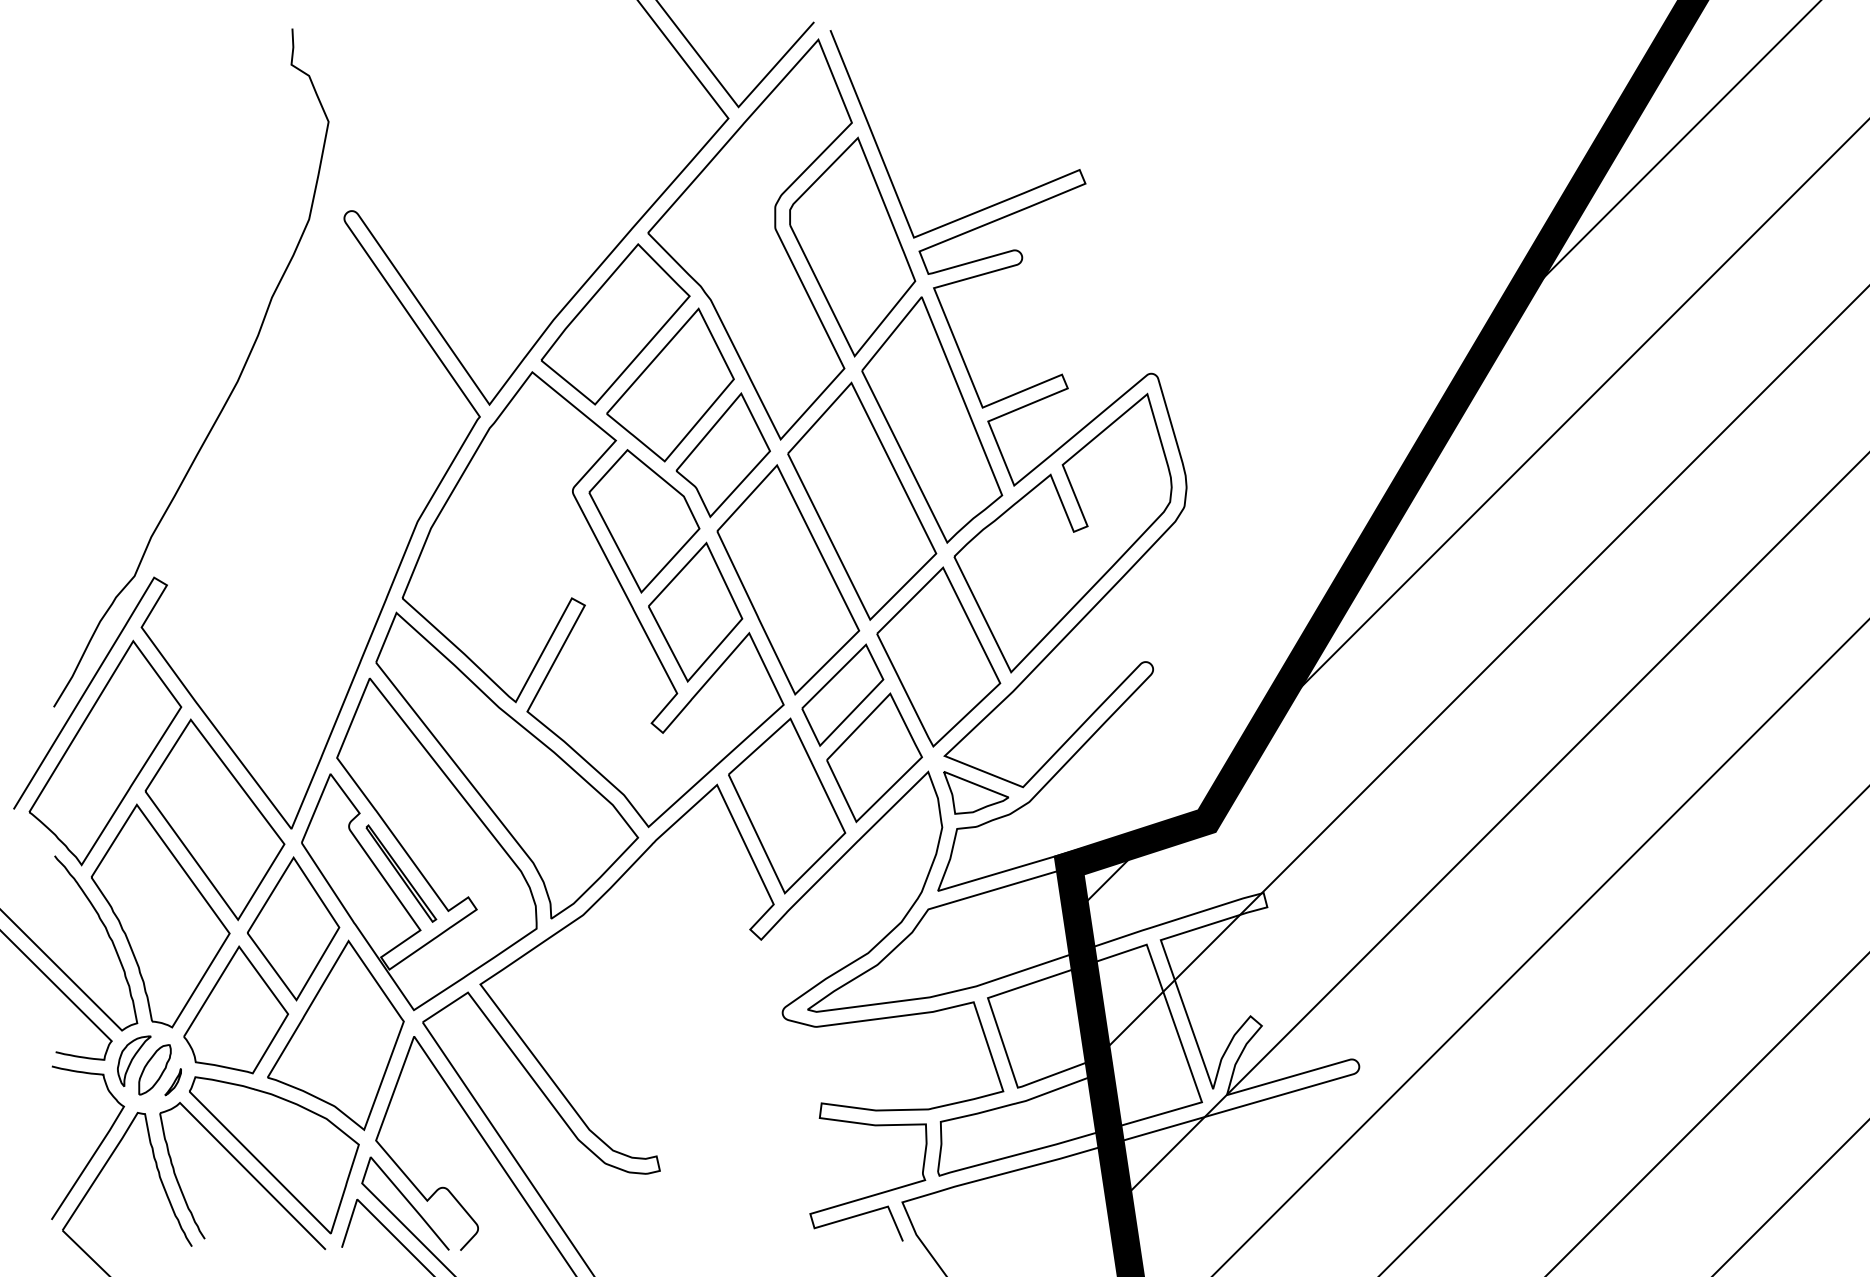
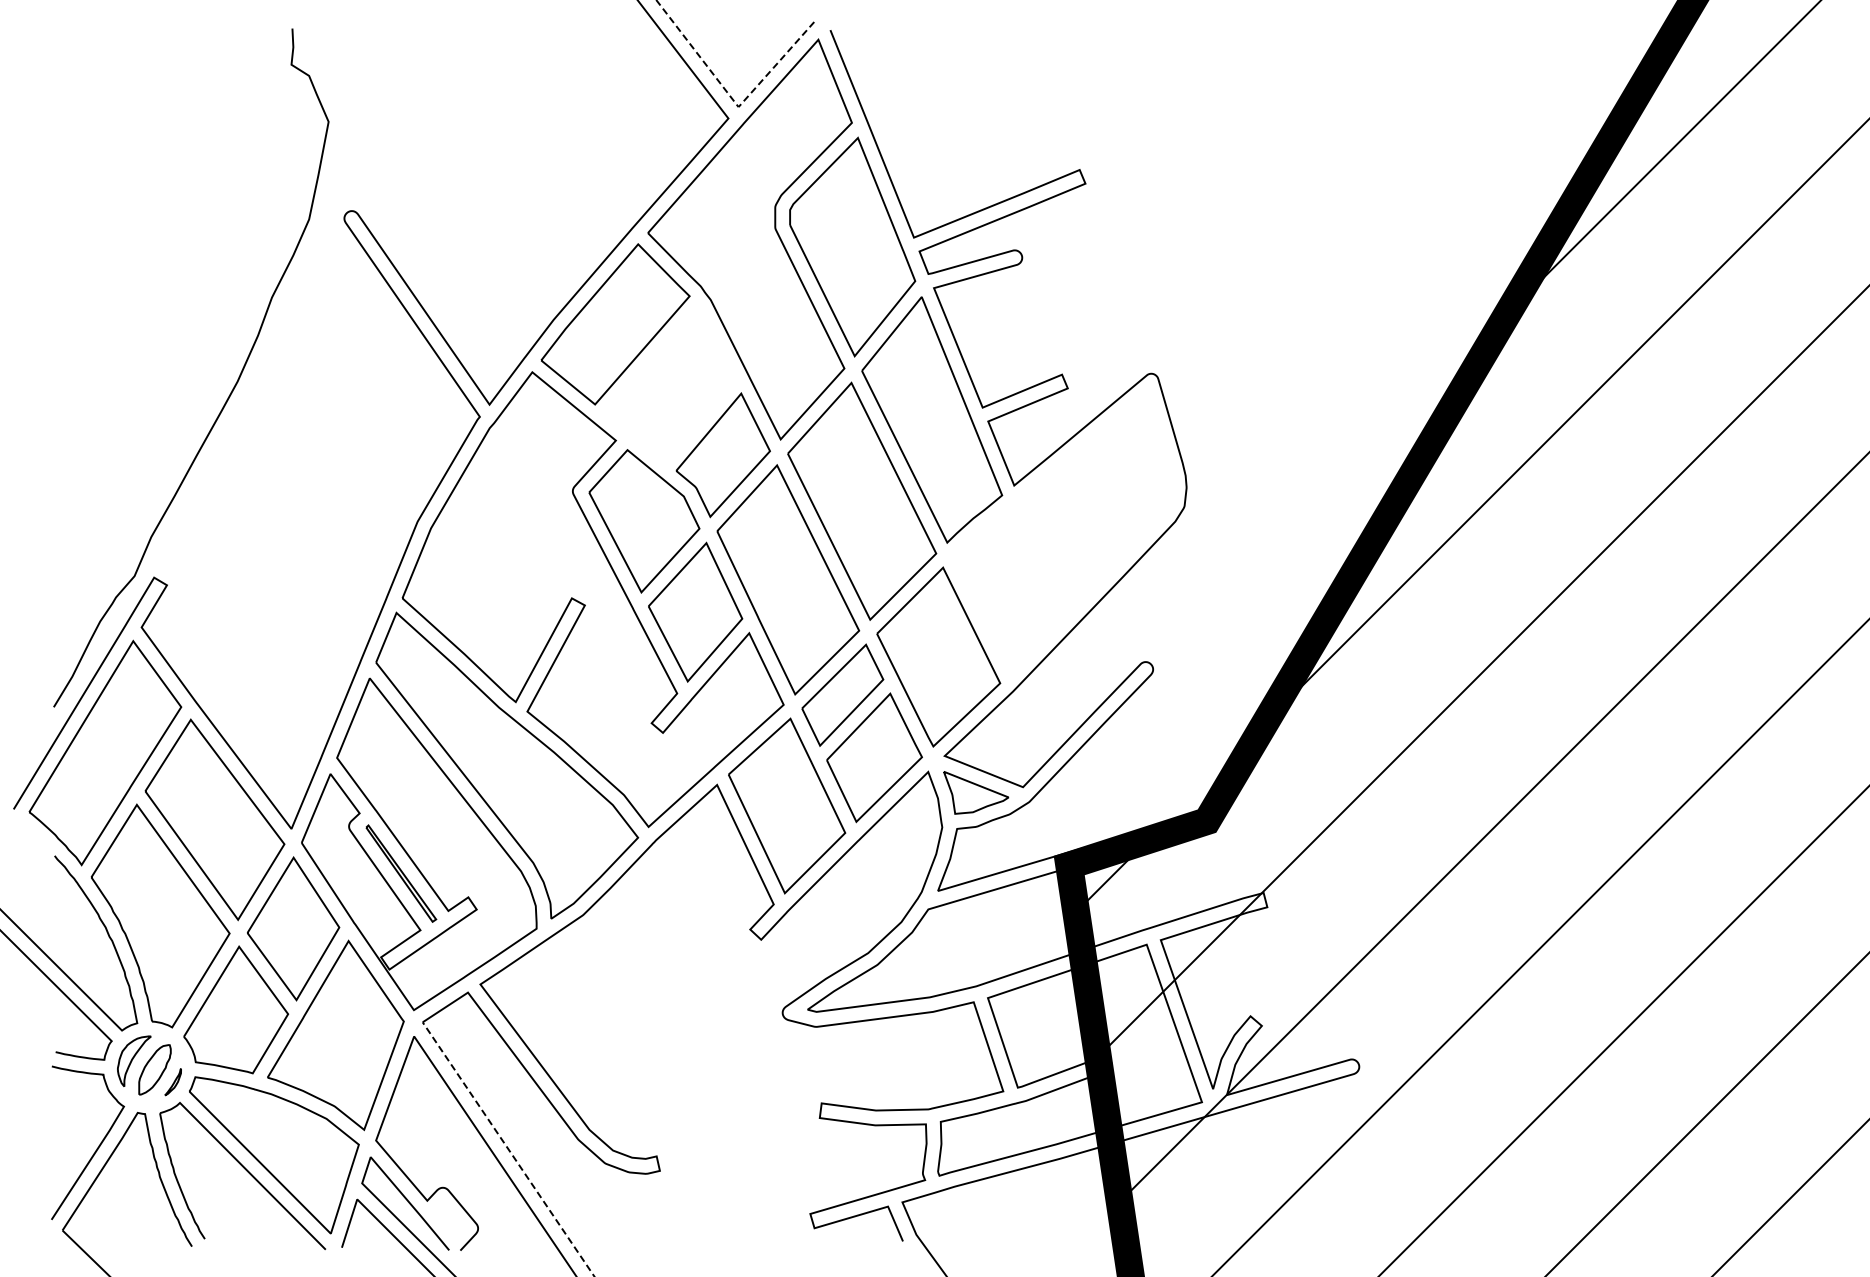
line at (733, 99): solid -> dashed
part at (670, 384): present -> none
part at (1062, 532): present -> none
line at (508, 1149): solid -> dashed
